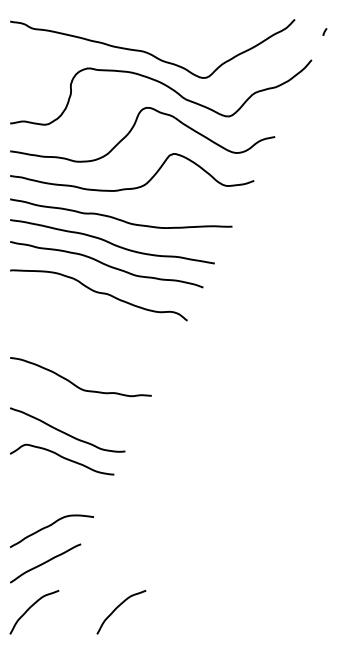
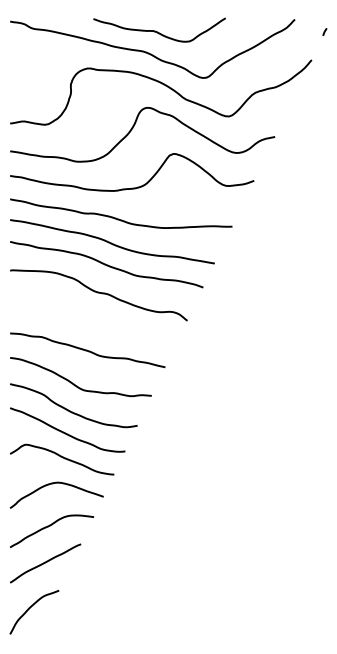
curve at (157, 31): none -> present
curve at (87, 350): none -> present
curve at (70, 410): none -> present
curve at (53, 484): none -> present
curve at (118, 607): present -> none
